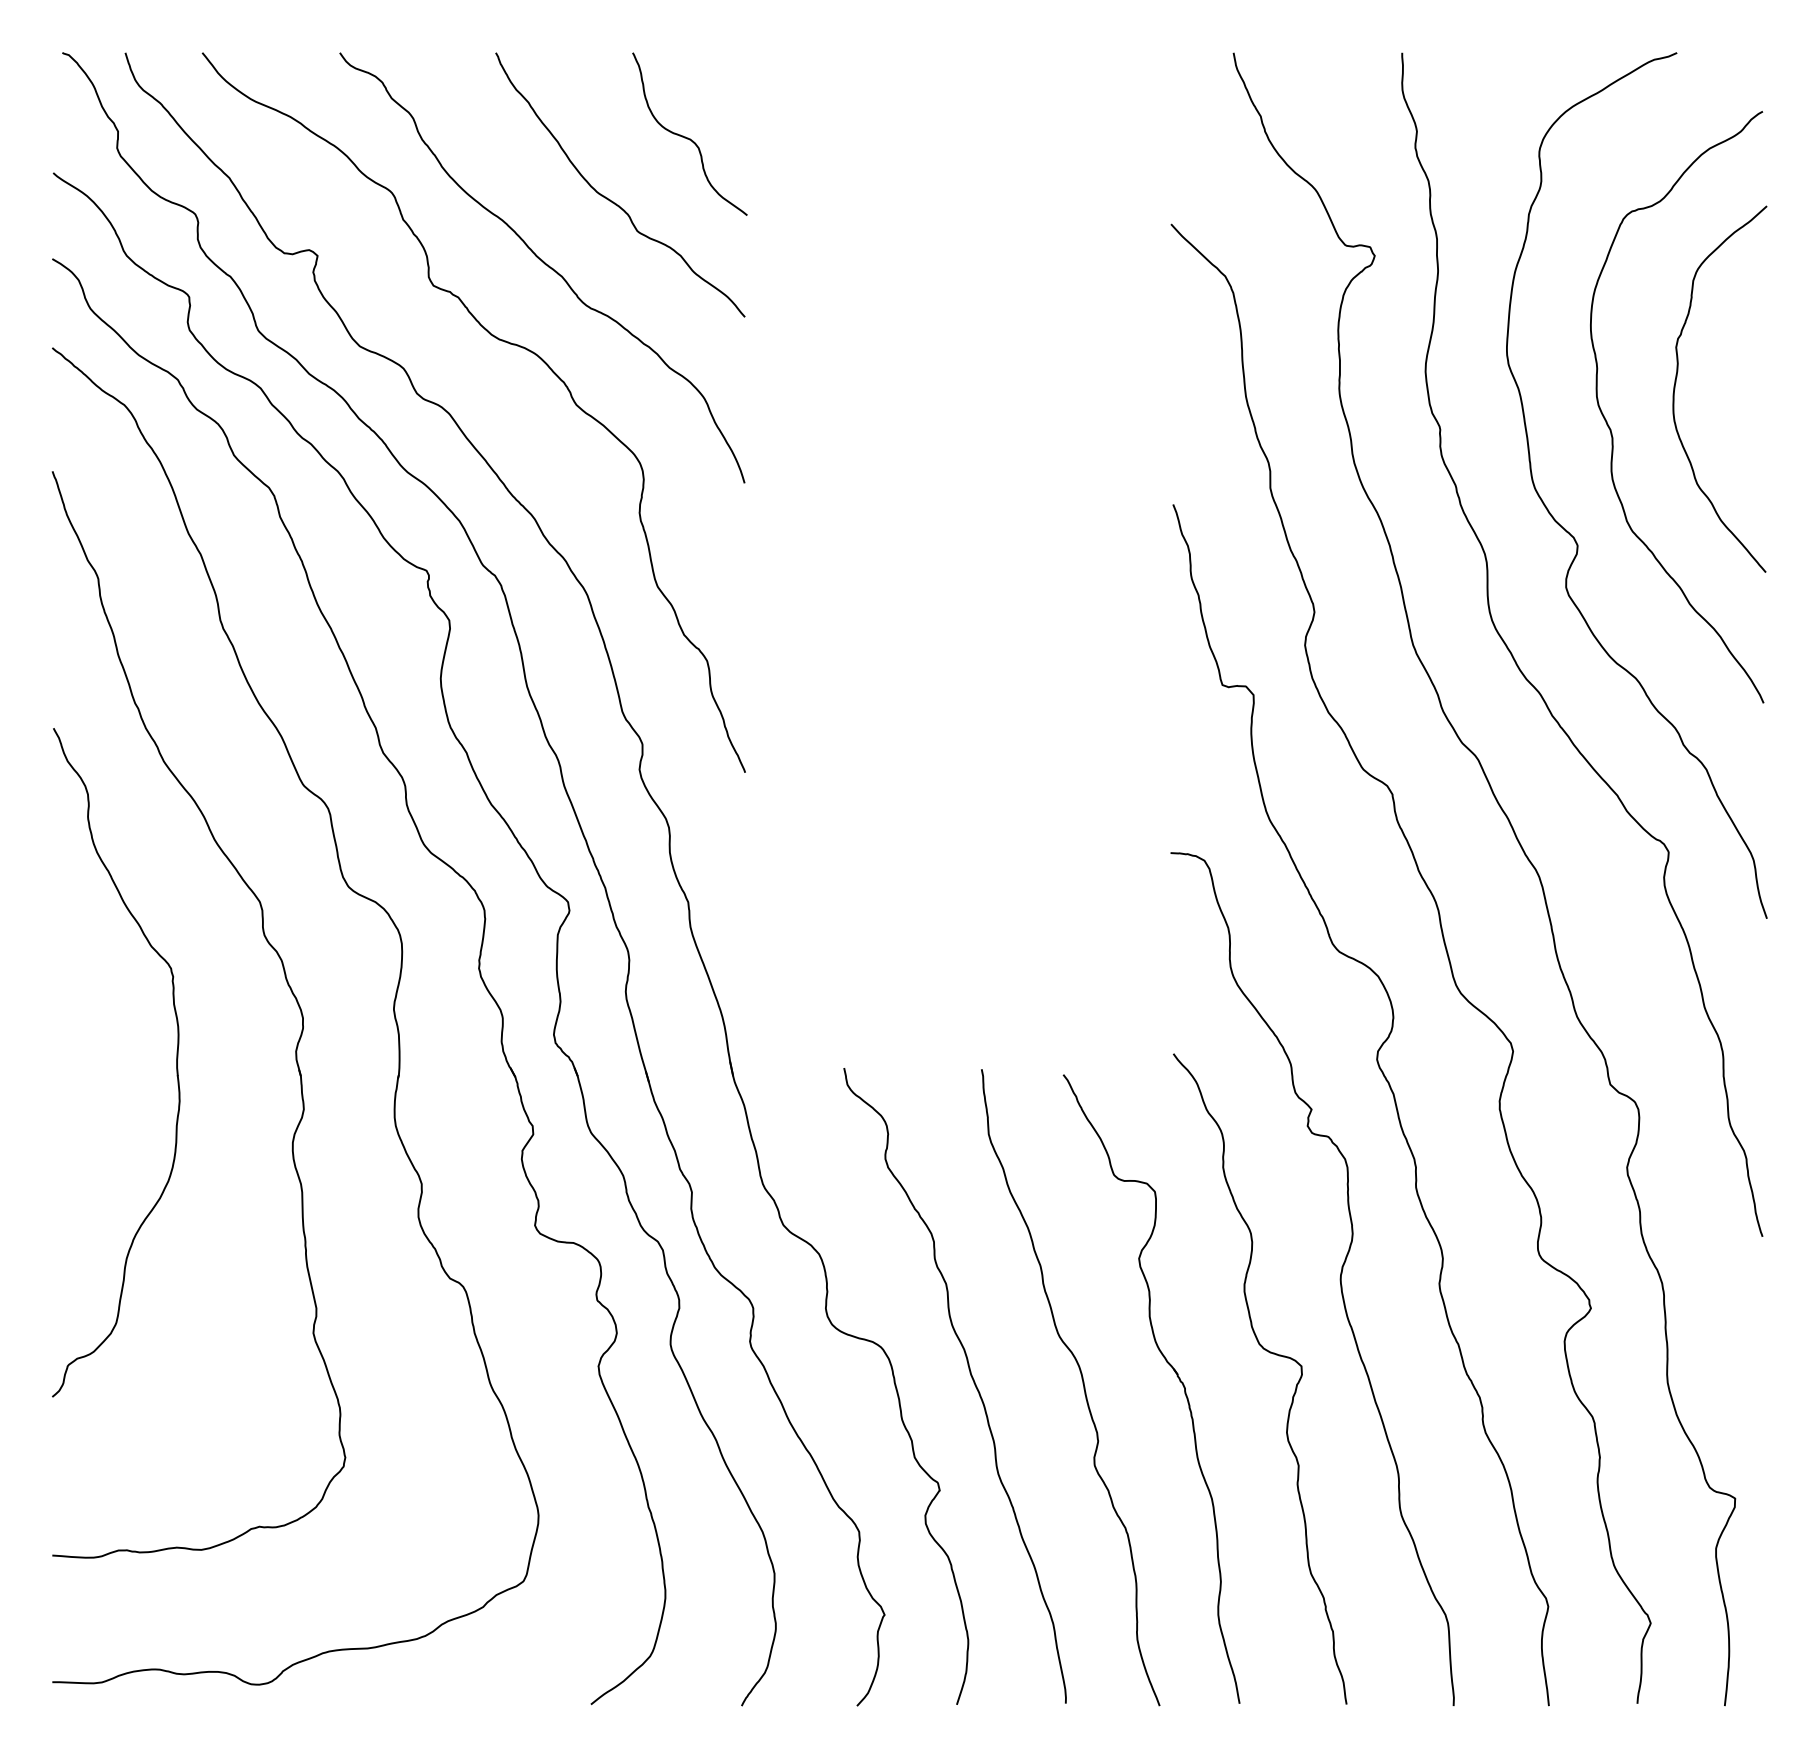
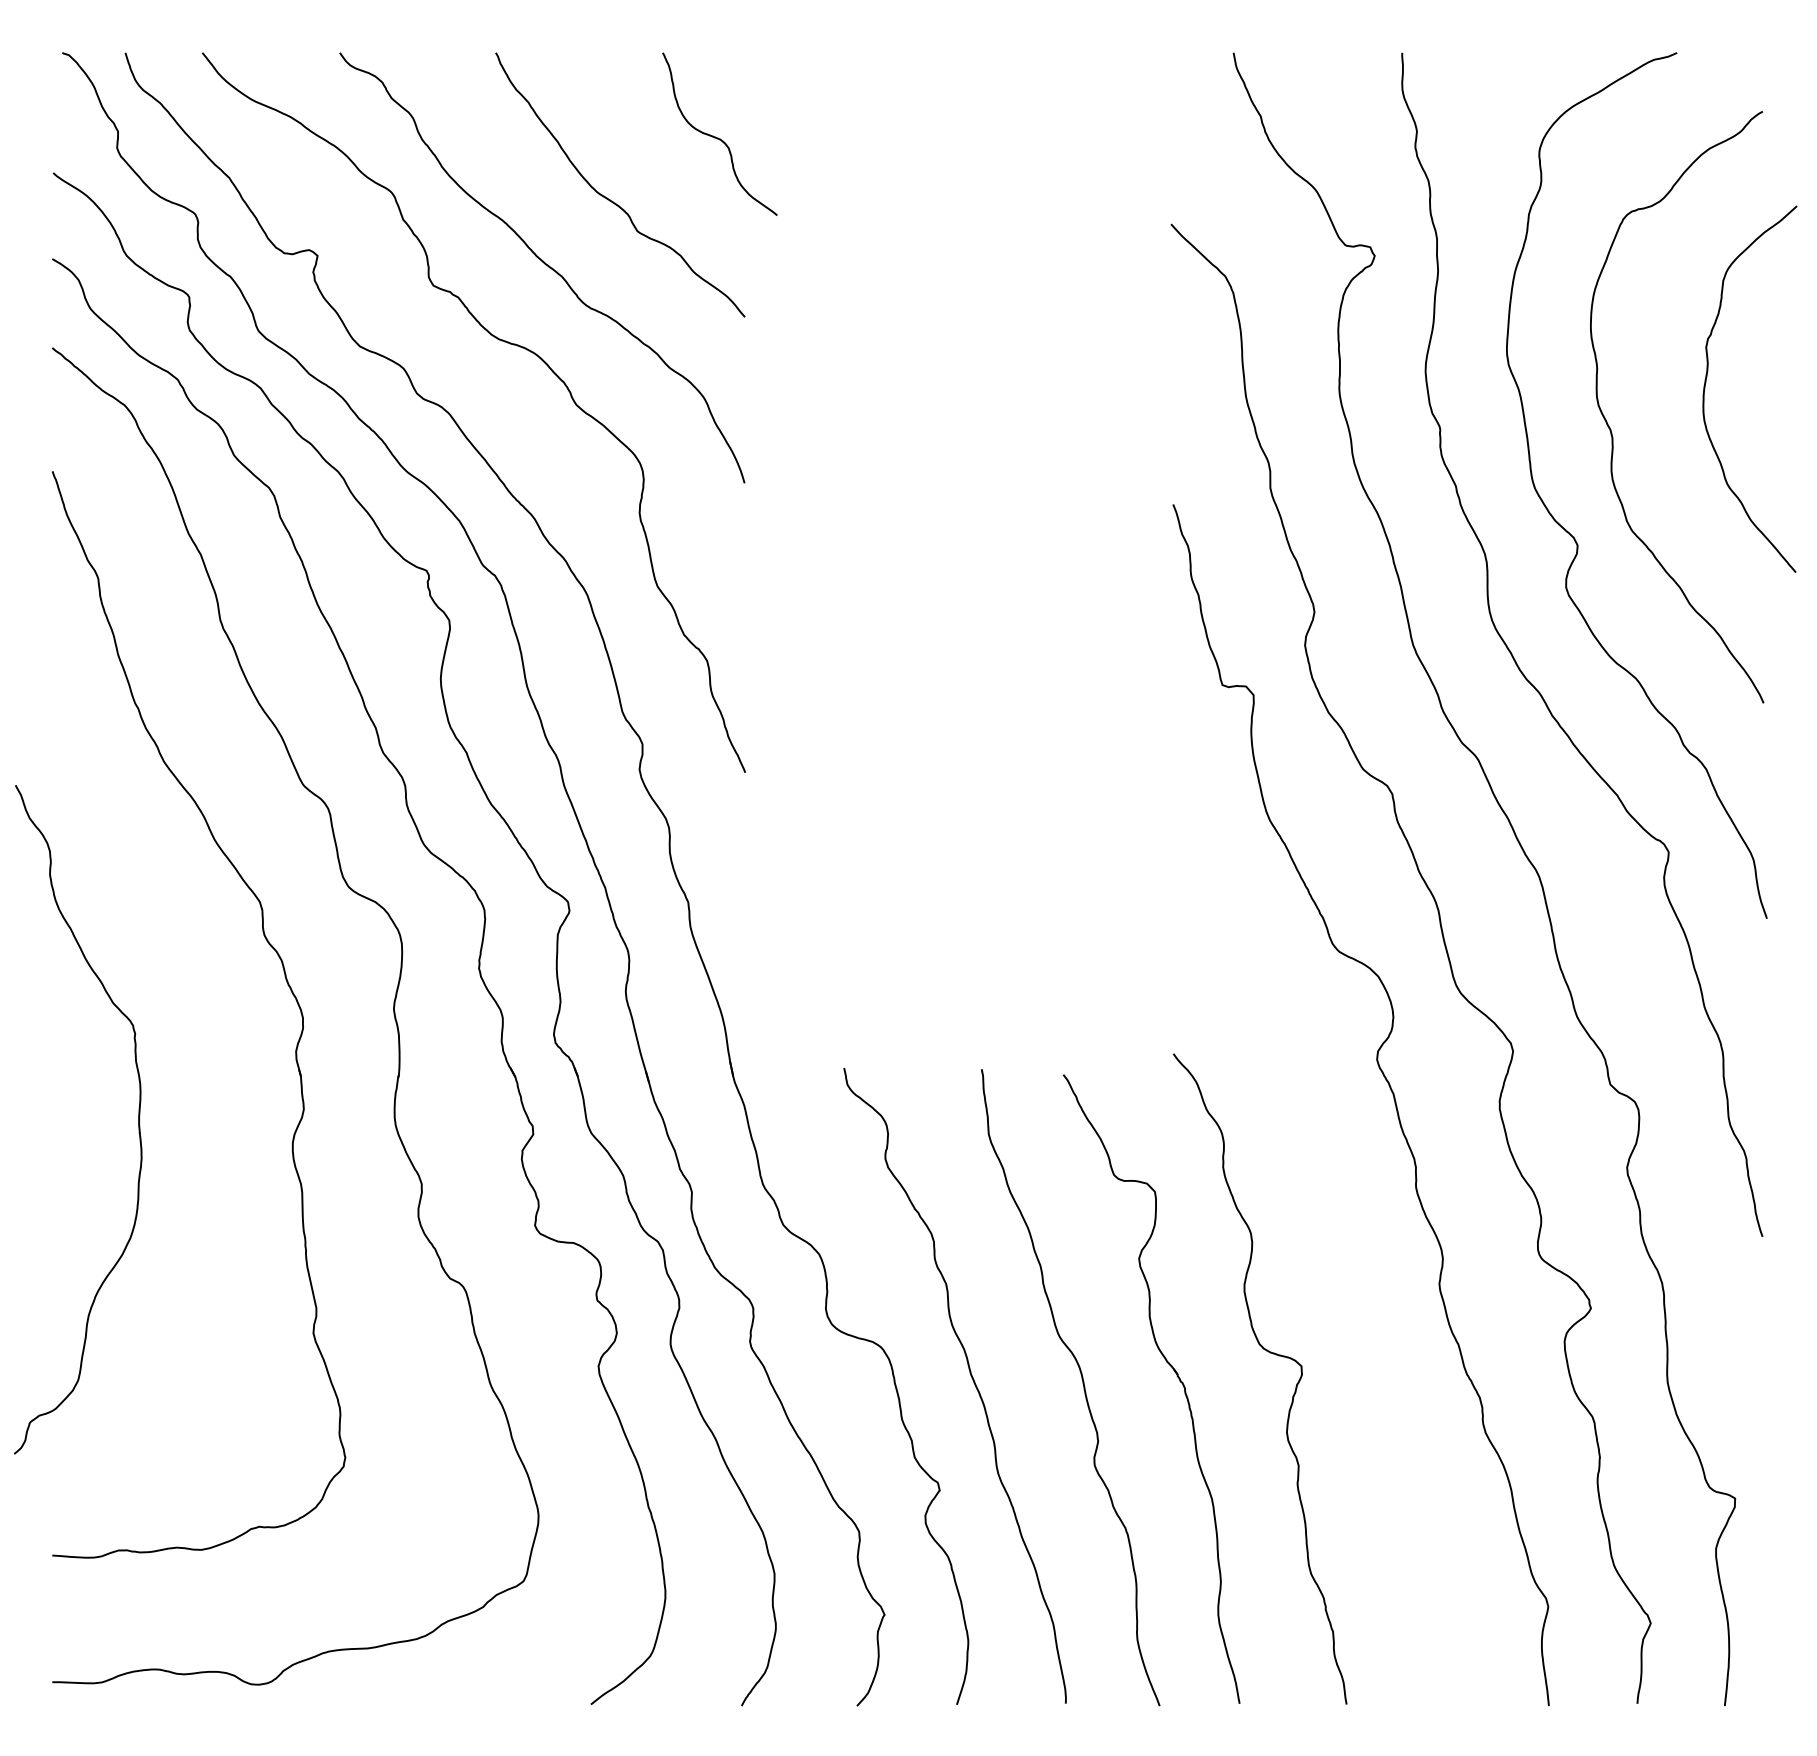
curve at (688, 137) position: (688, 137) -> (718, 137)
curve at (1676, 383) position: (1676, 383) -> (1706, 383)
part at (176, 1062) position: (176, 1062) -> (138, 1119)
curve at (1339, 1278): present -> none
